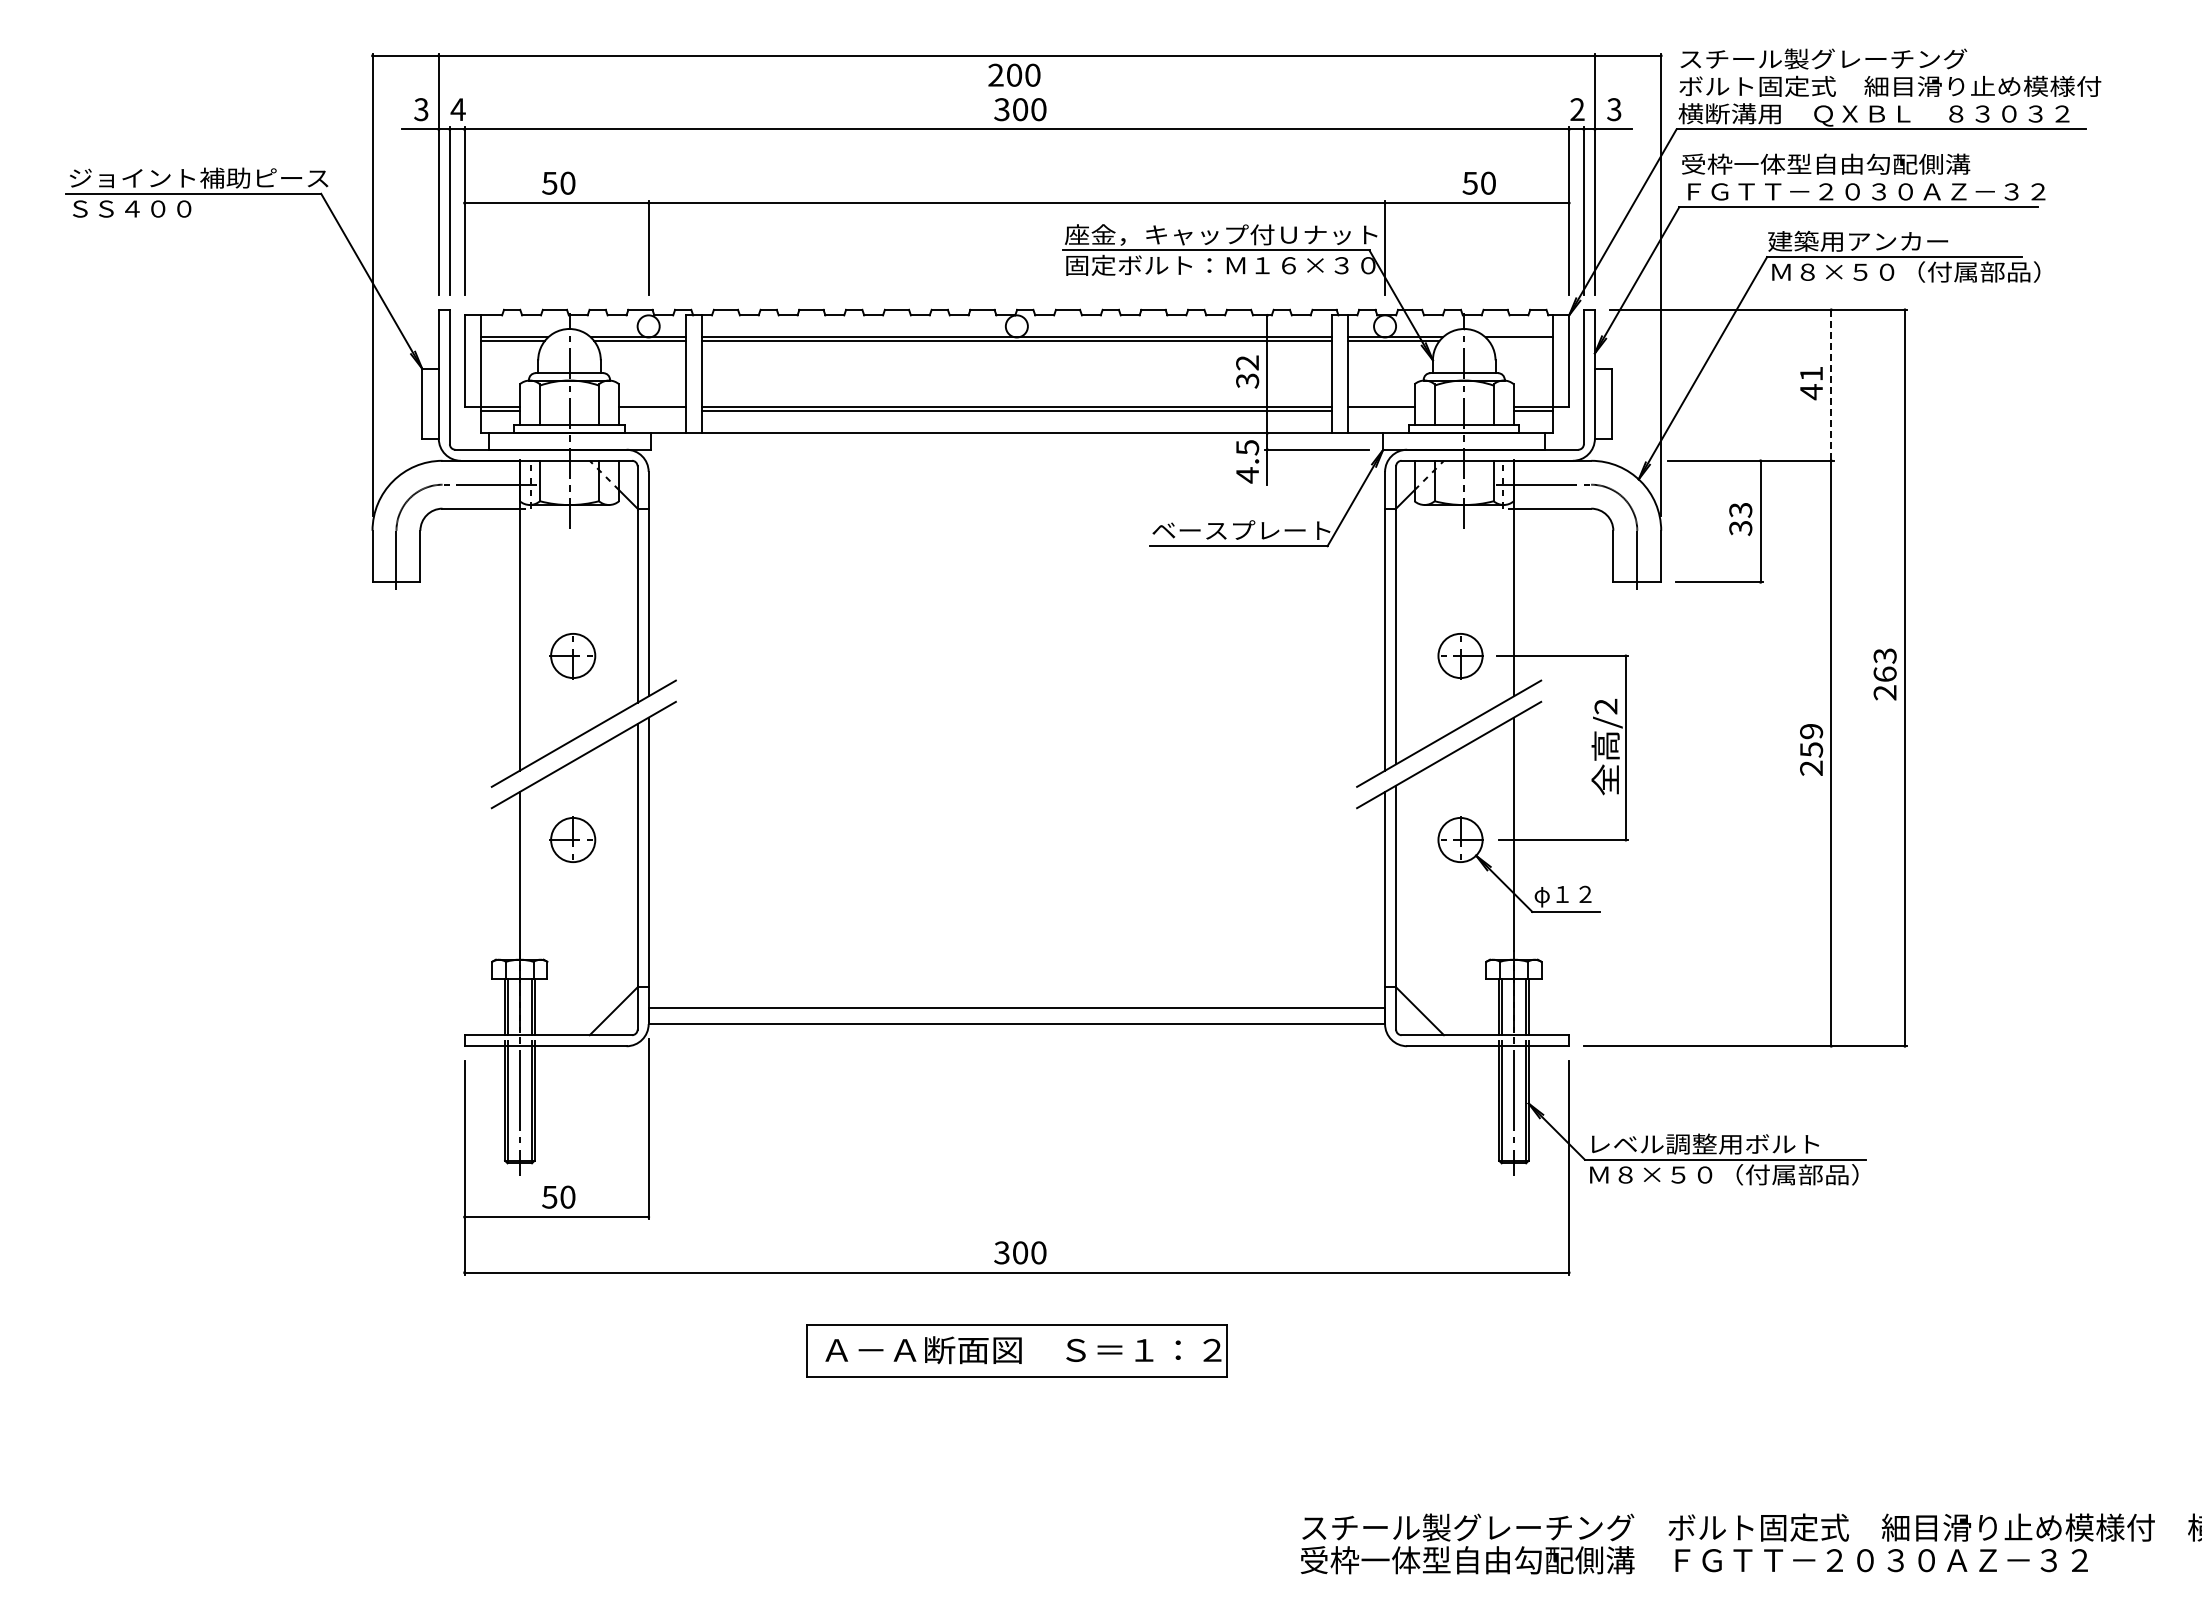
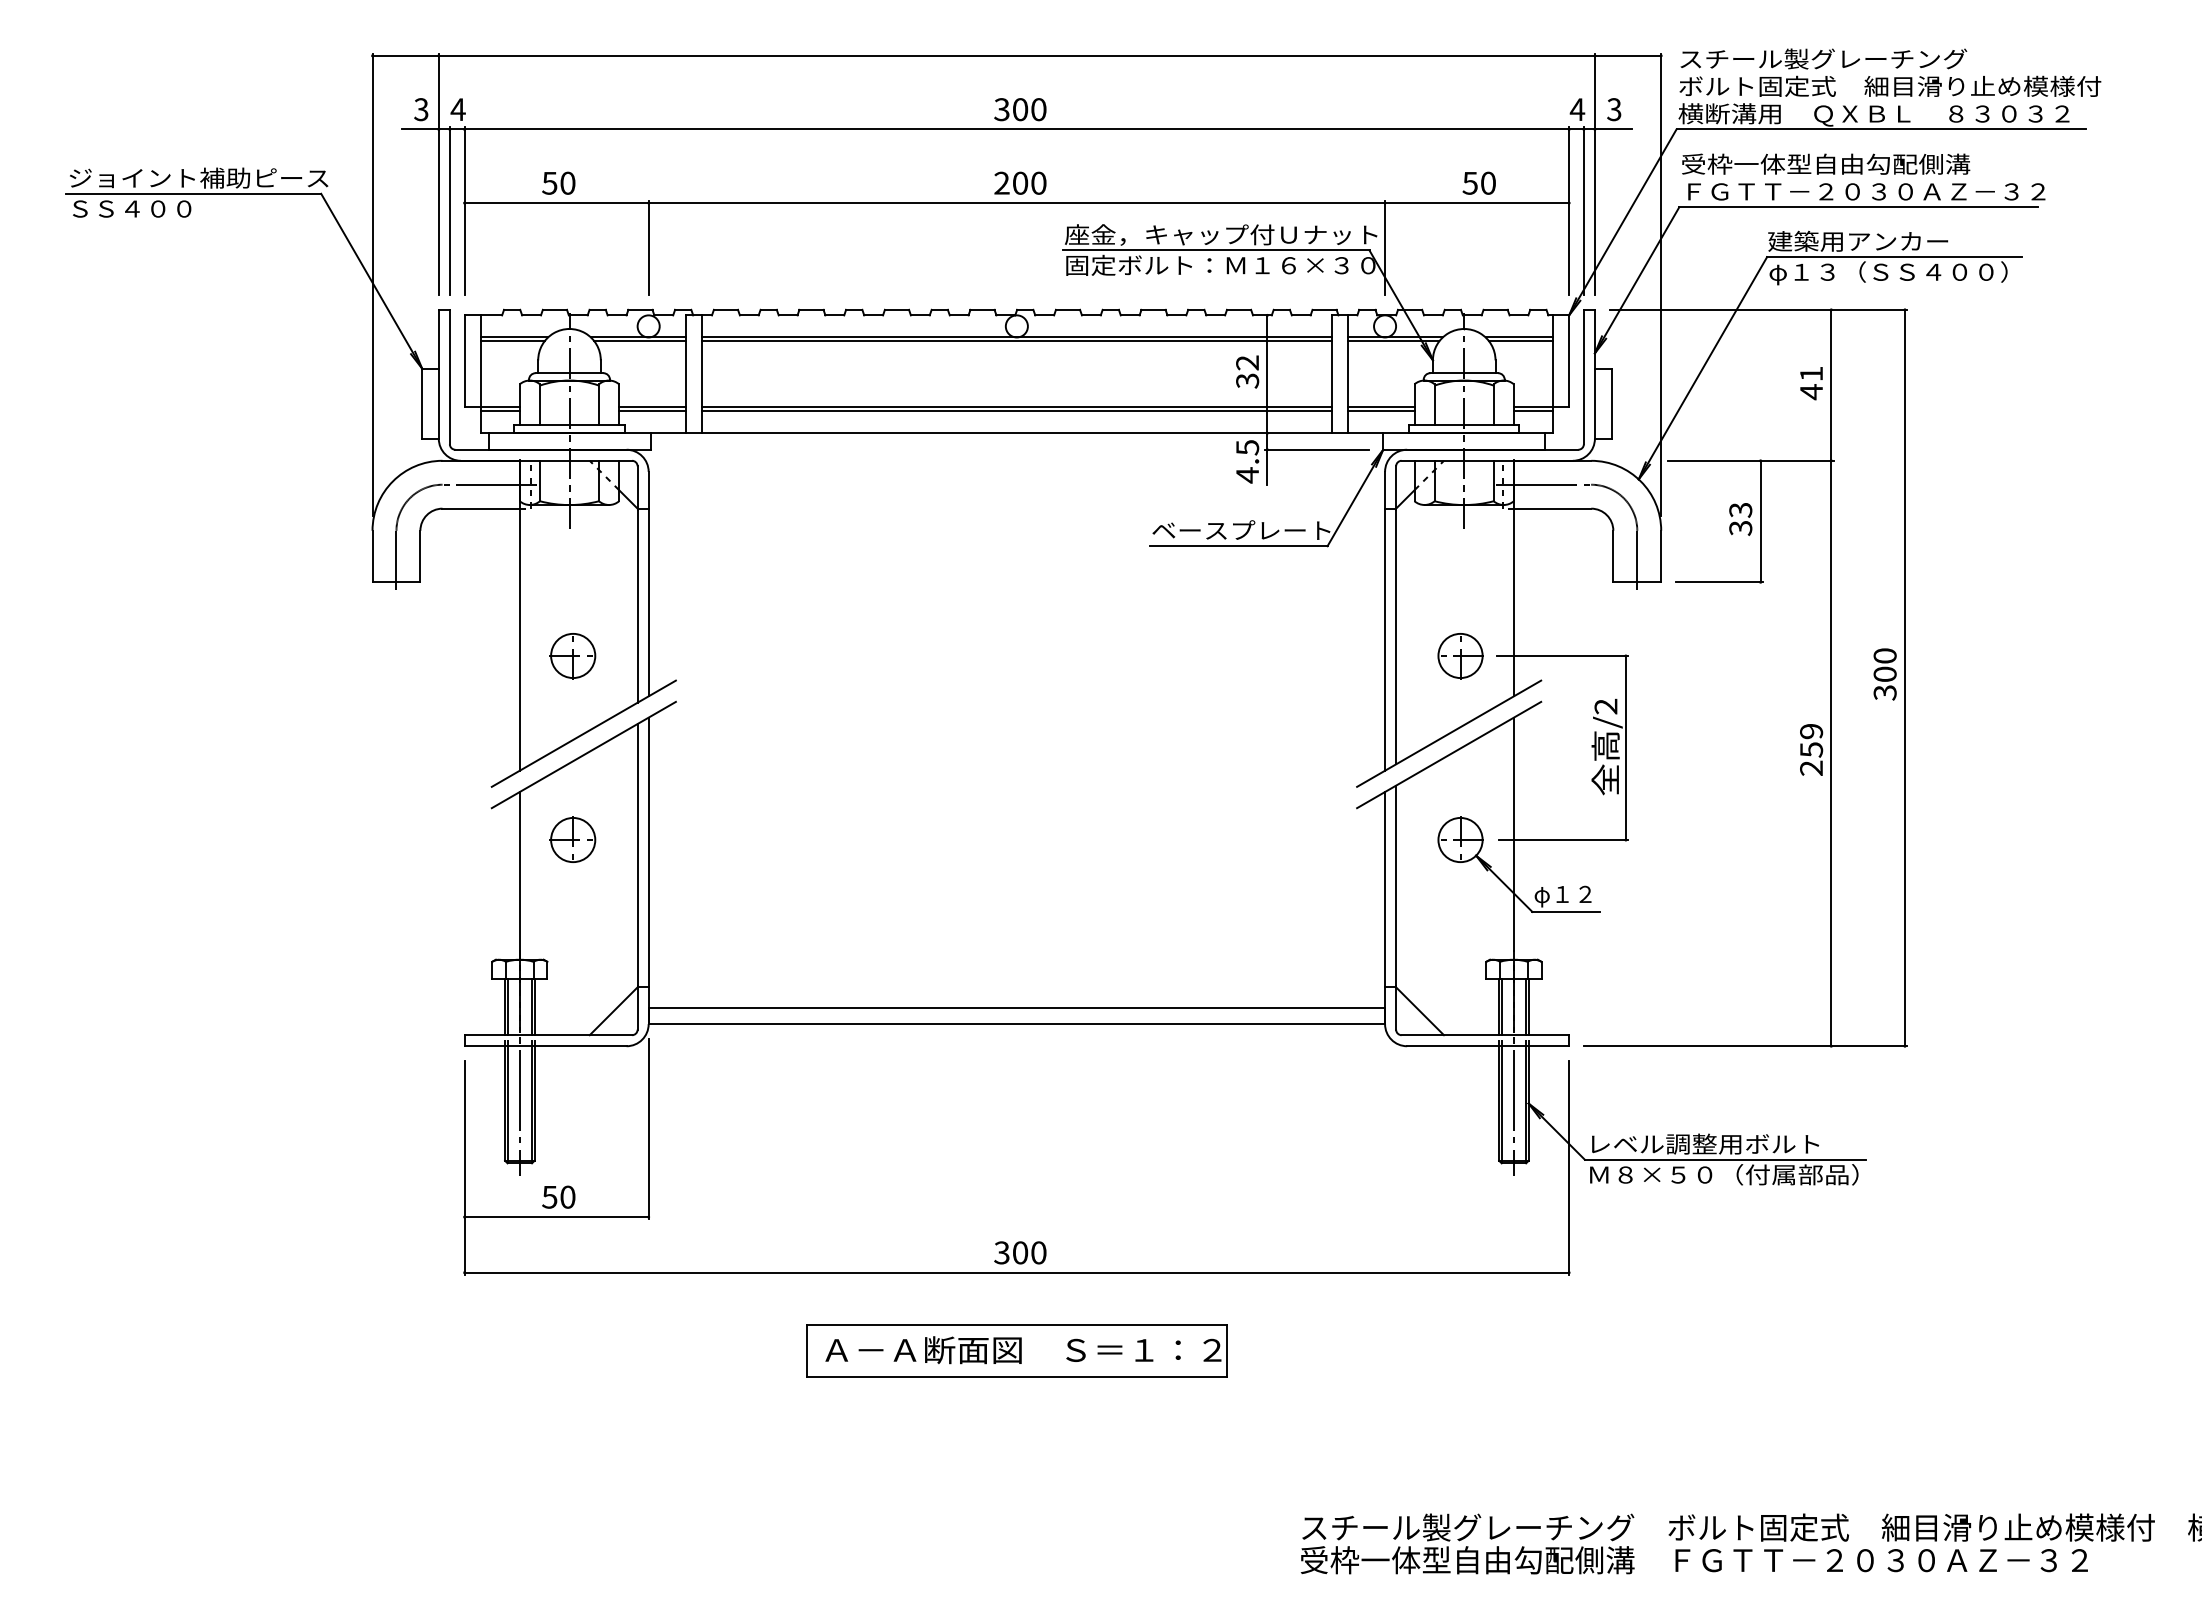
text at (1014, 74) position: (1014, 74) -> (1020, 182)
text at (1577, 109): 2 -> 4
text at (1904, 273): Ｍ８×５０（付属部品） -> φ１３（ＳＳ４００）
line at (1520, 341): none -> present
line at (1831, 385): dashed -> solid
line at (652, 411): none -> present
line at (1381, 411): none -> present
text at (1884, 674): 263 -> 300
